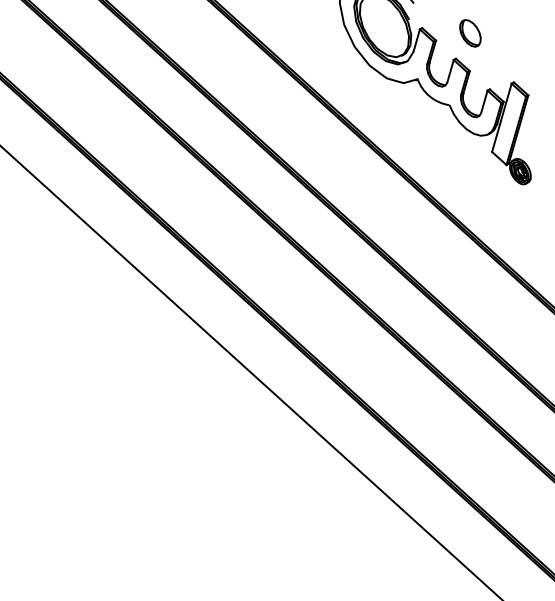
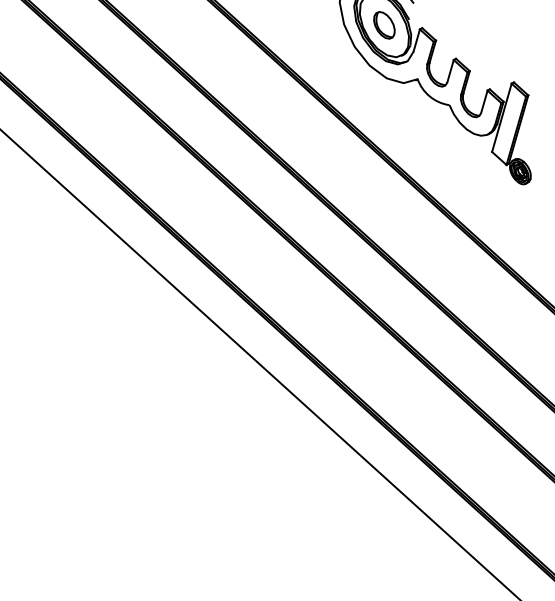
part at (470, 33) position: (470, 33) -> (384, 25)
line at (250, 372) position: (250, 372) -> (259, 364)
